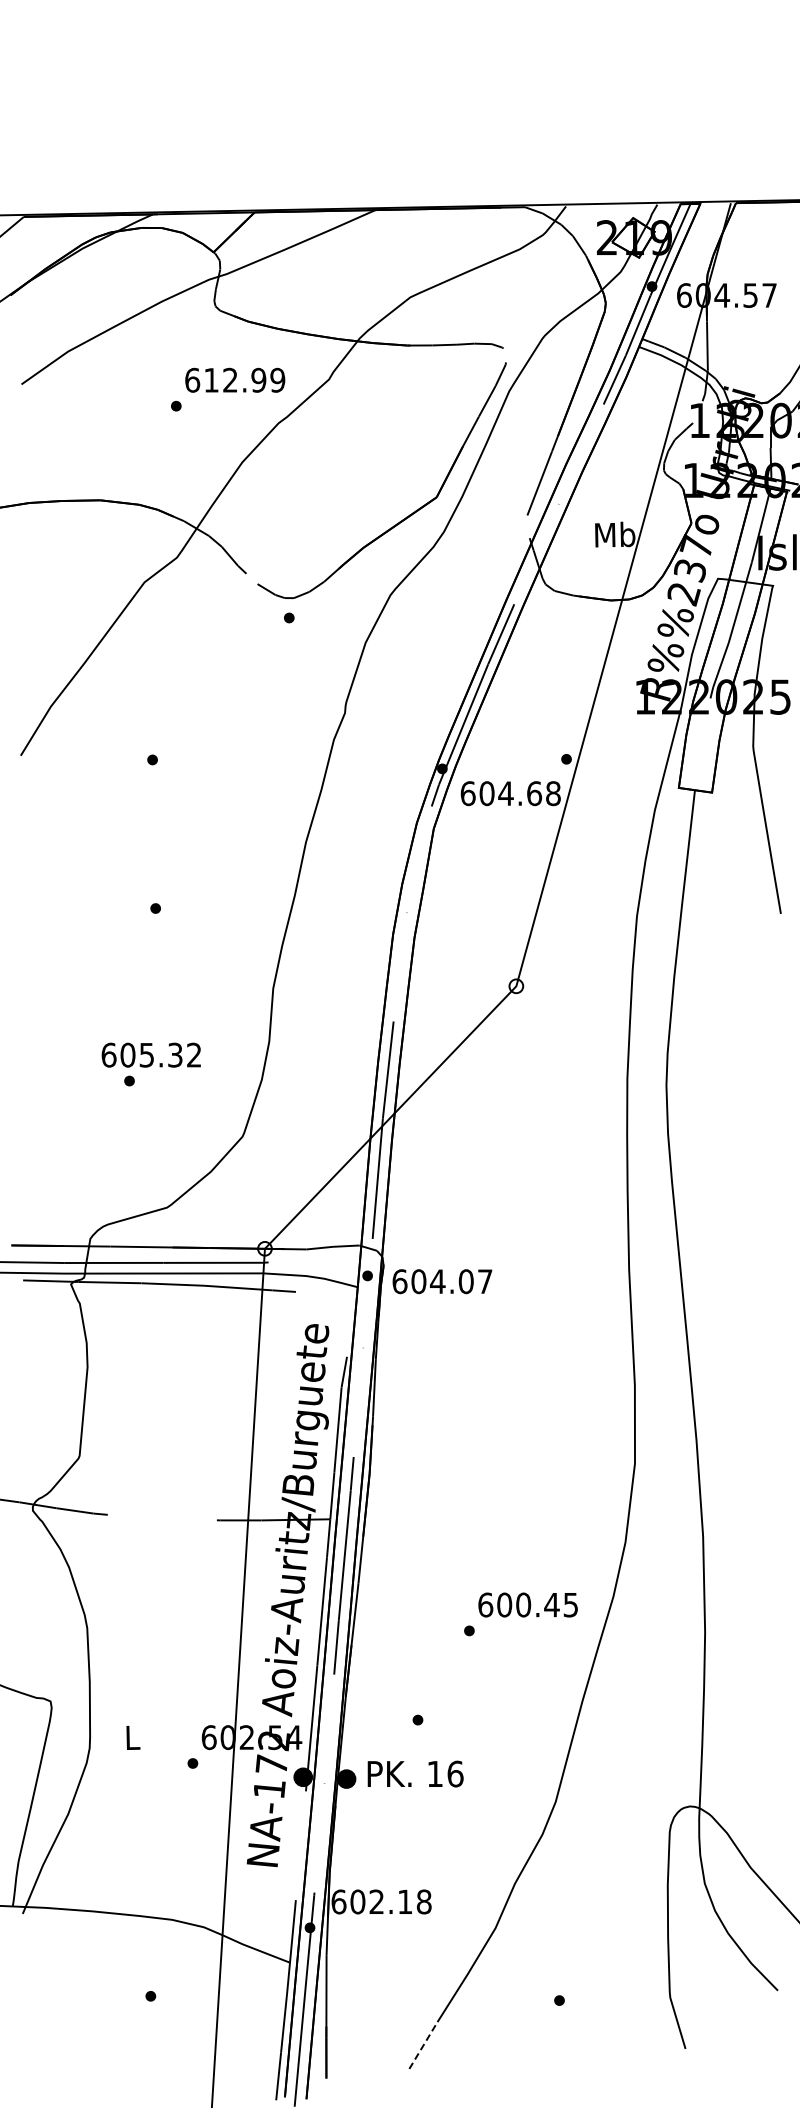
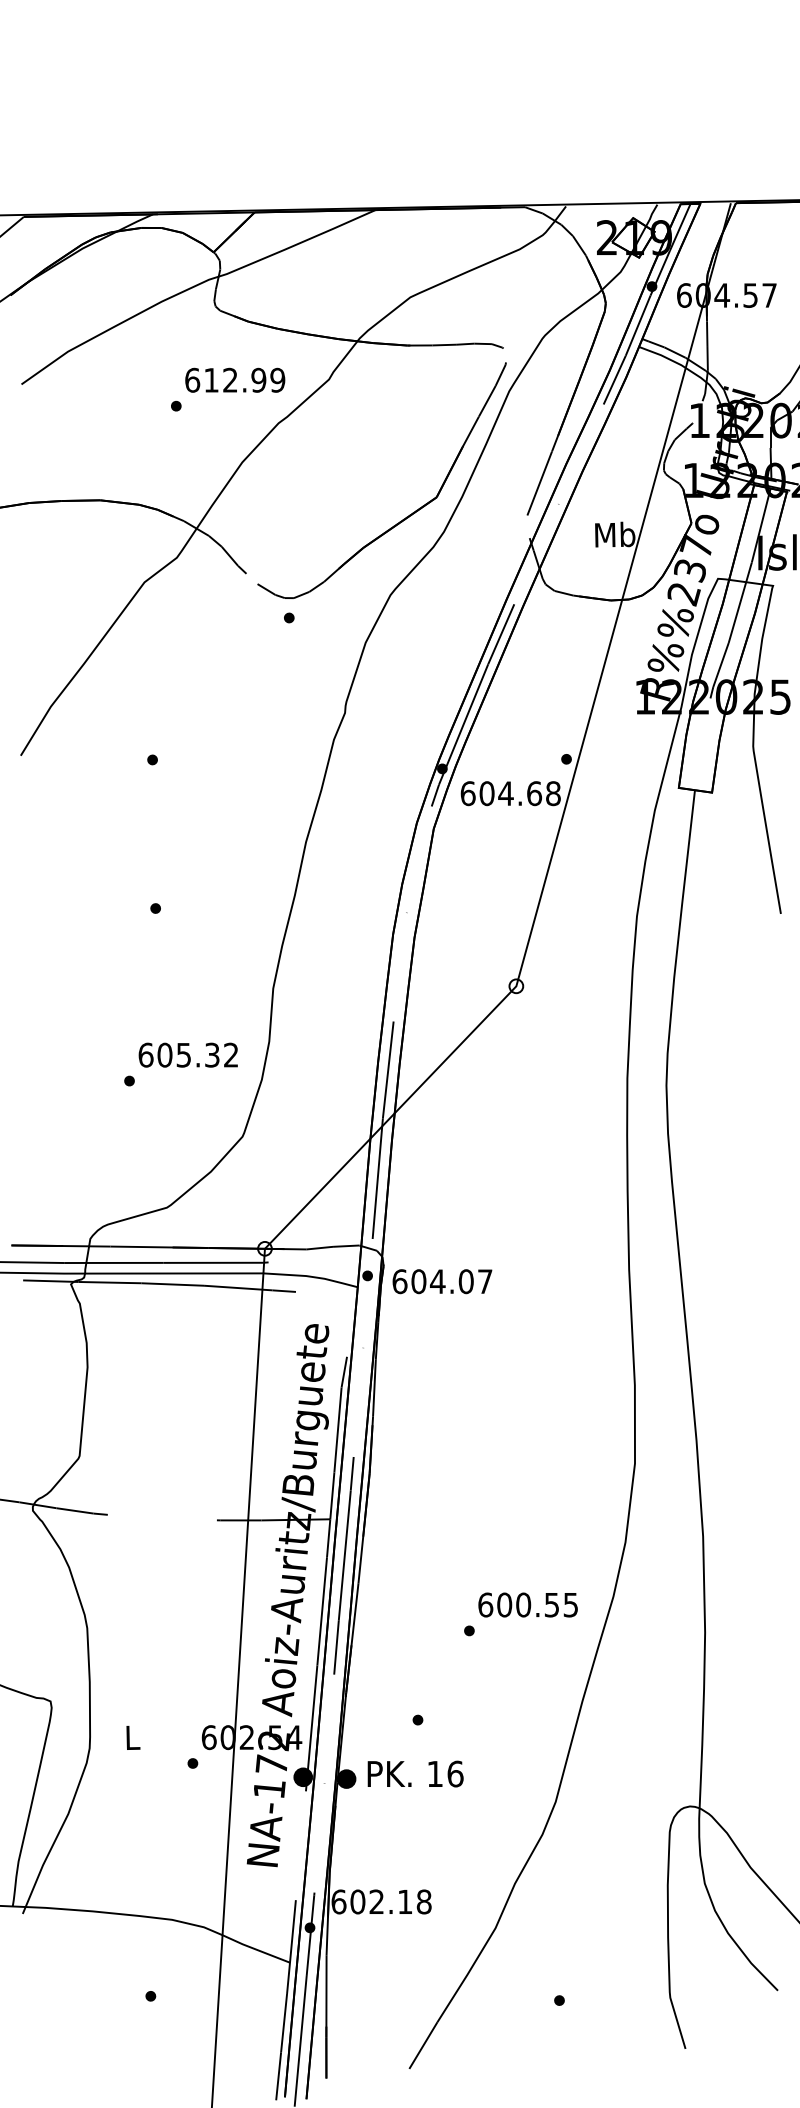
text at (150, 1054) position: (150, 1054) -> (187, 1054)
text at (551, 1605): 600.45 -> 600.55
line at (423, 2045): dashed -> solid
